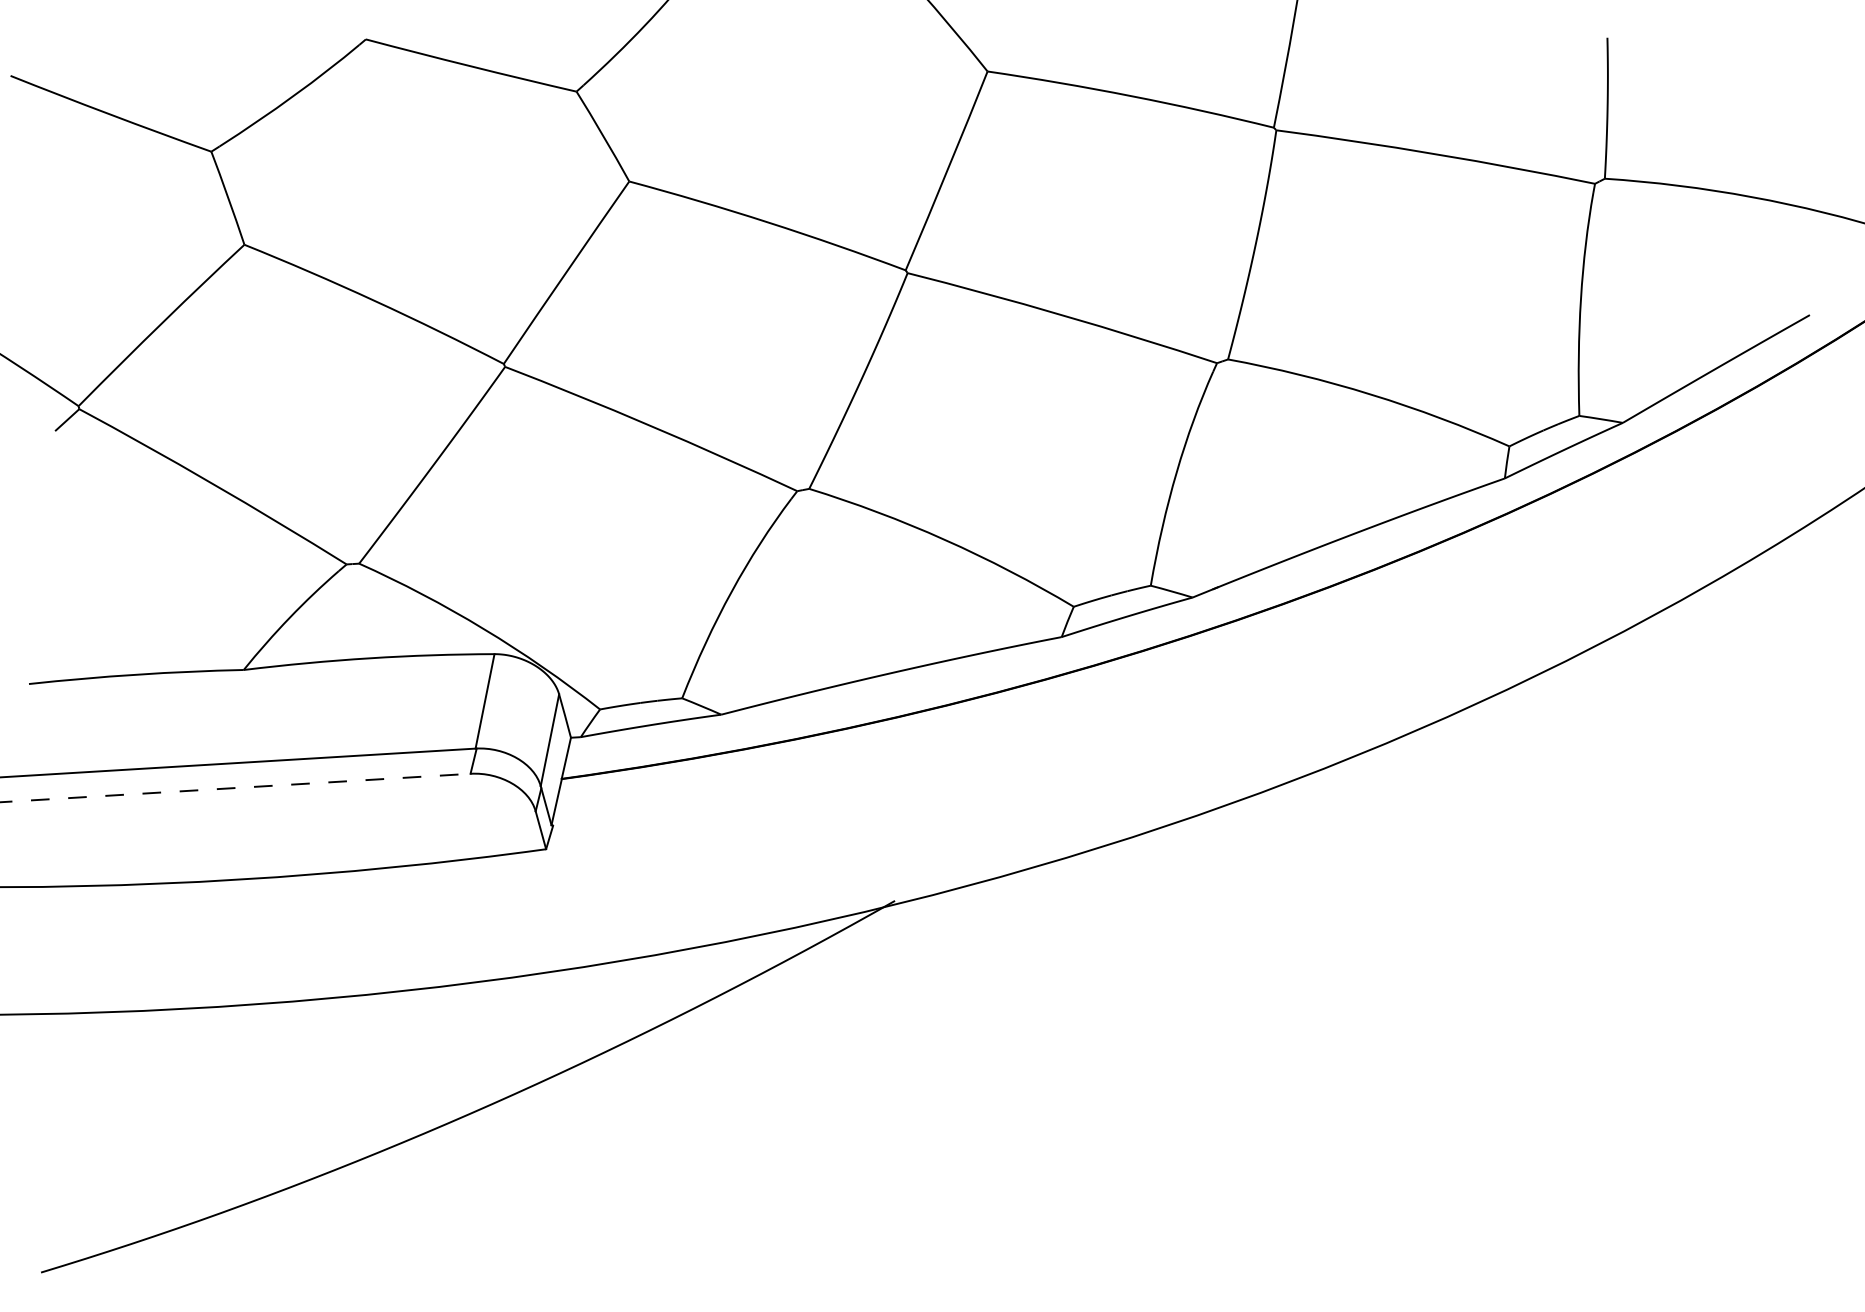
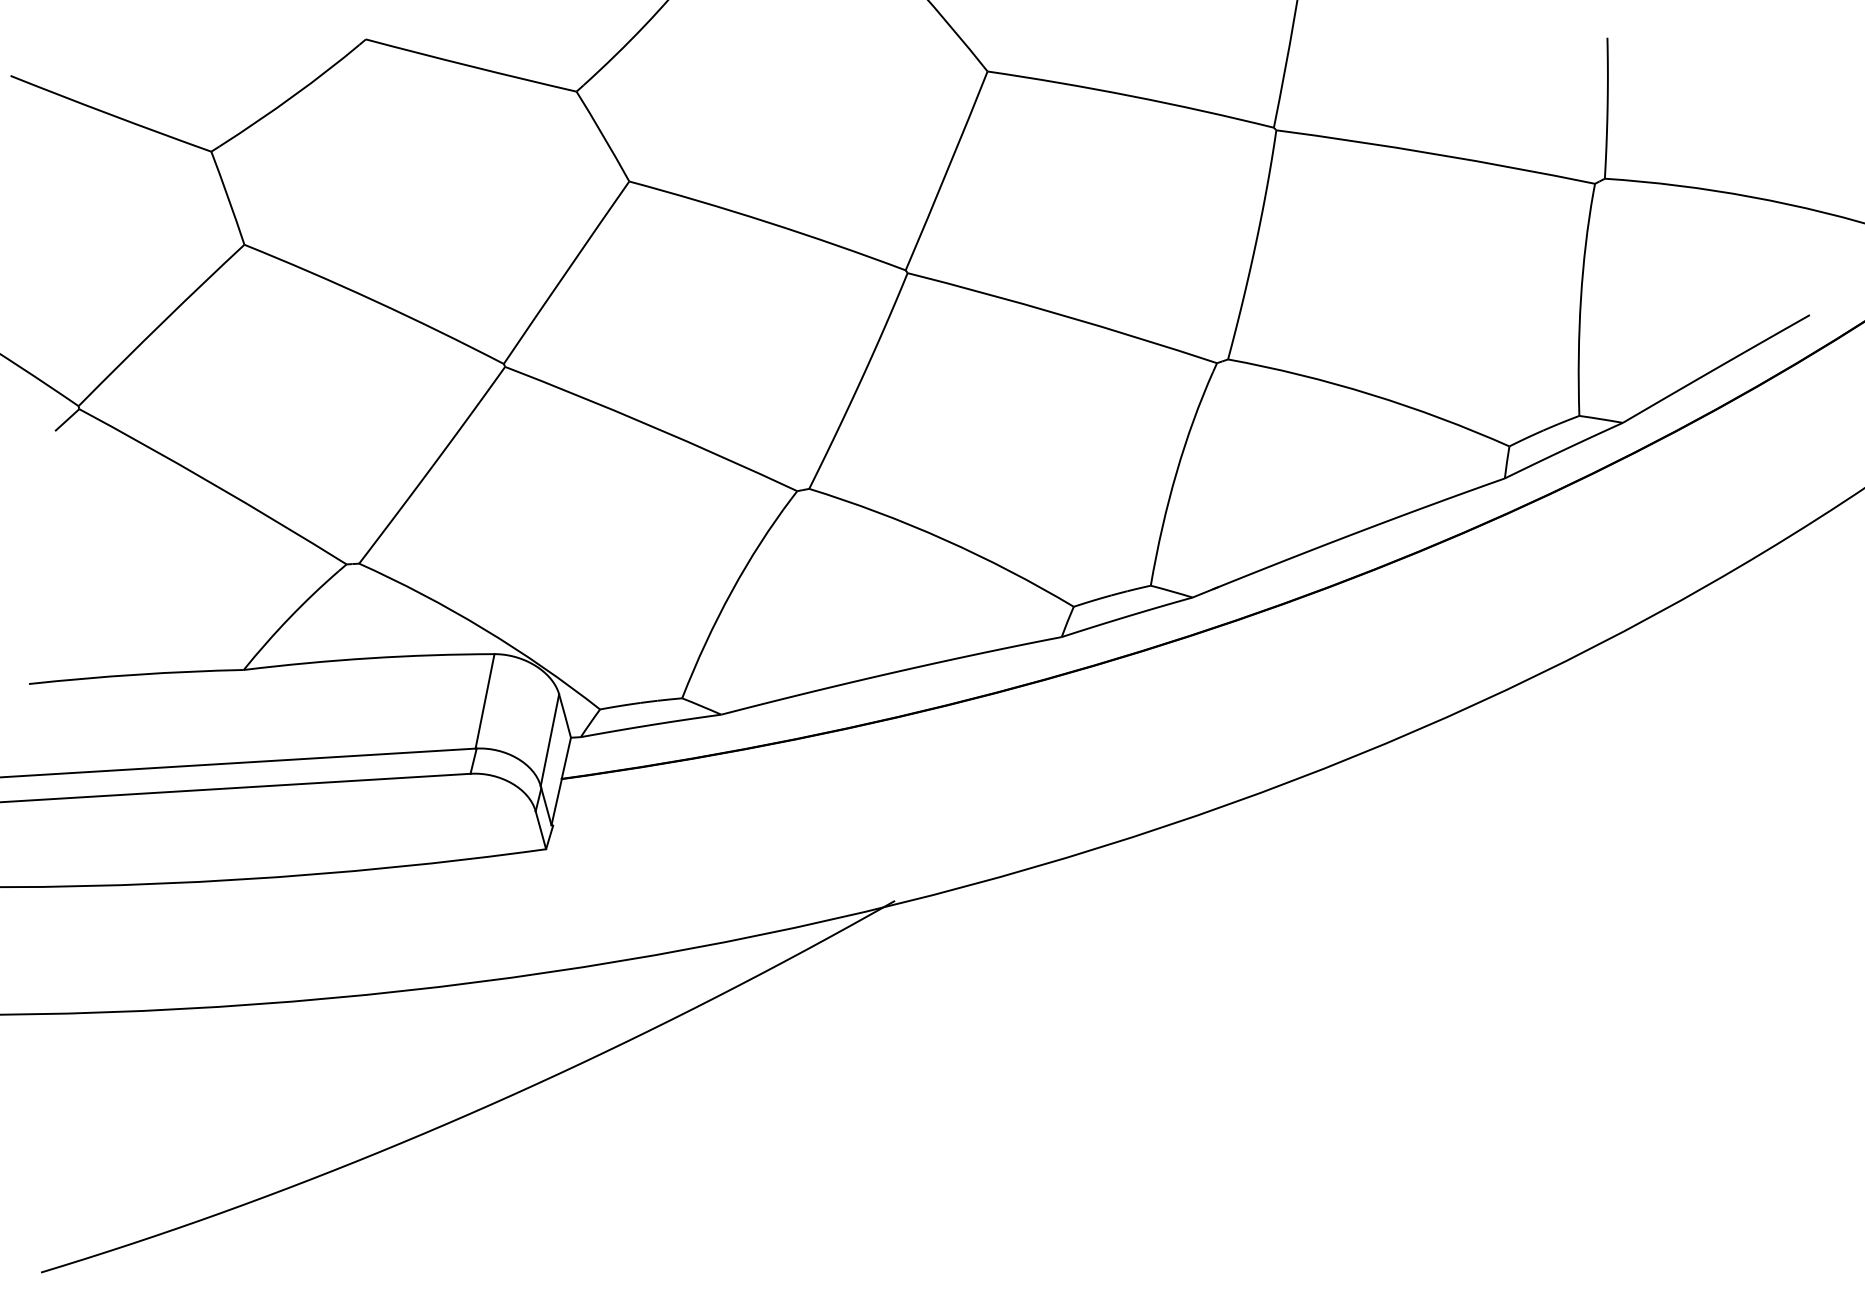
line at (236, 788): dashed -> solid
